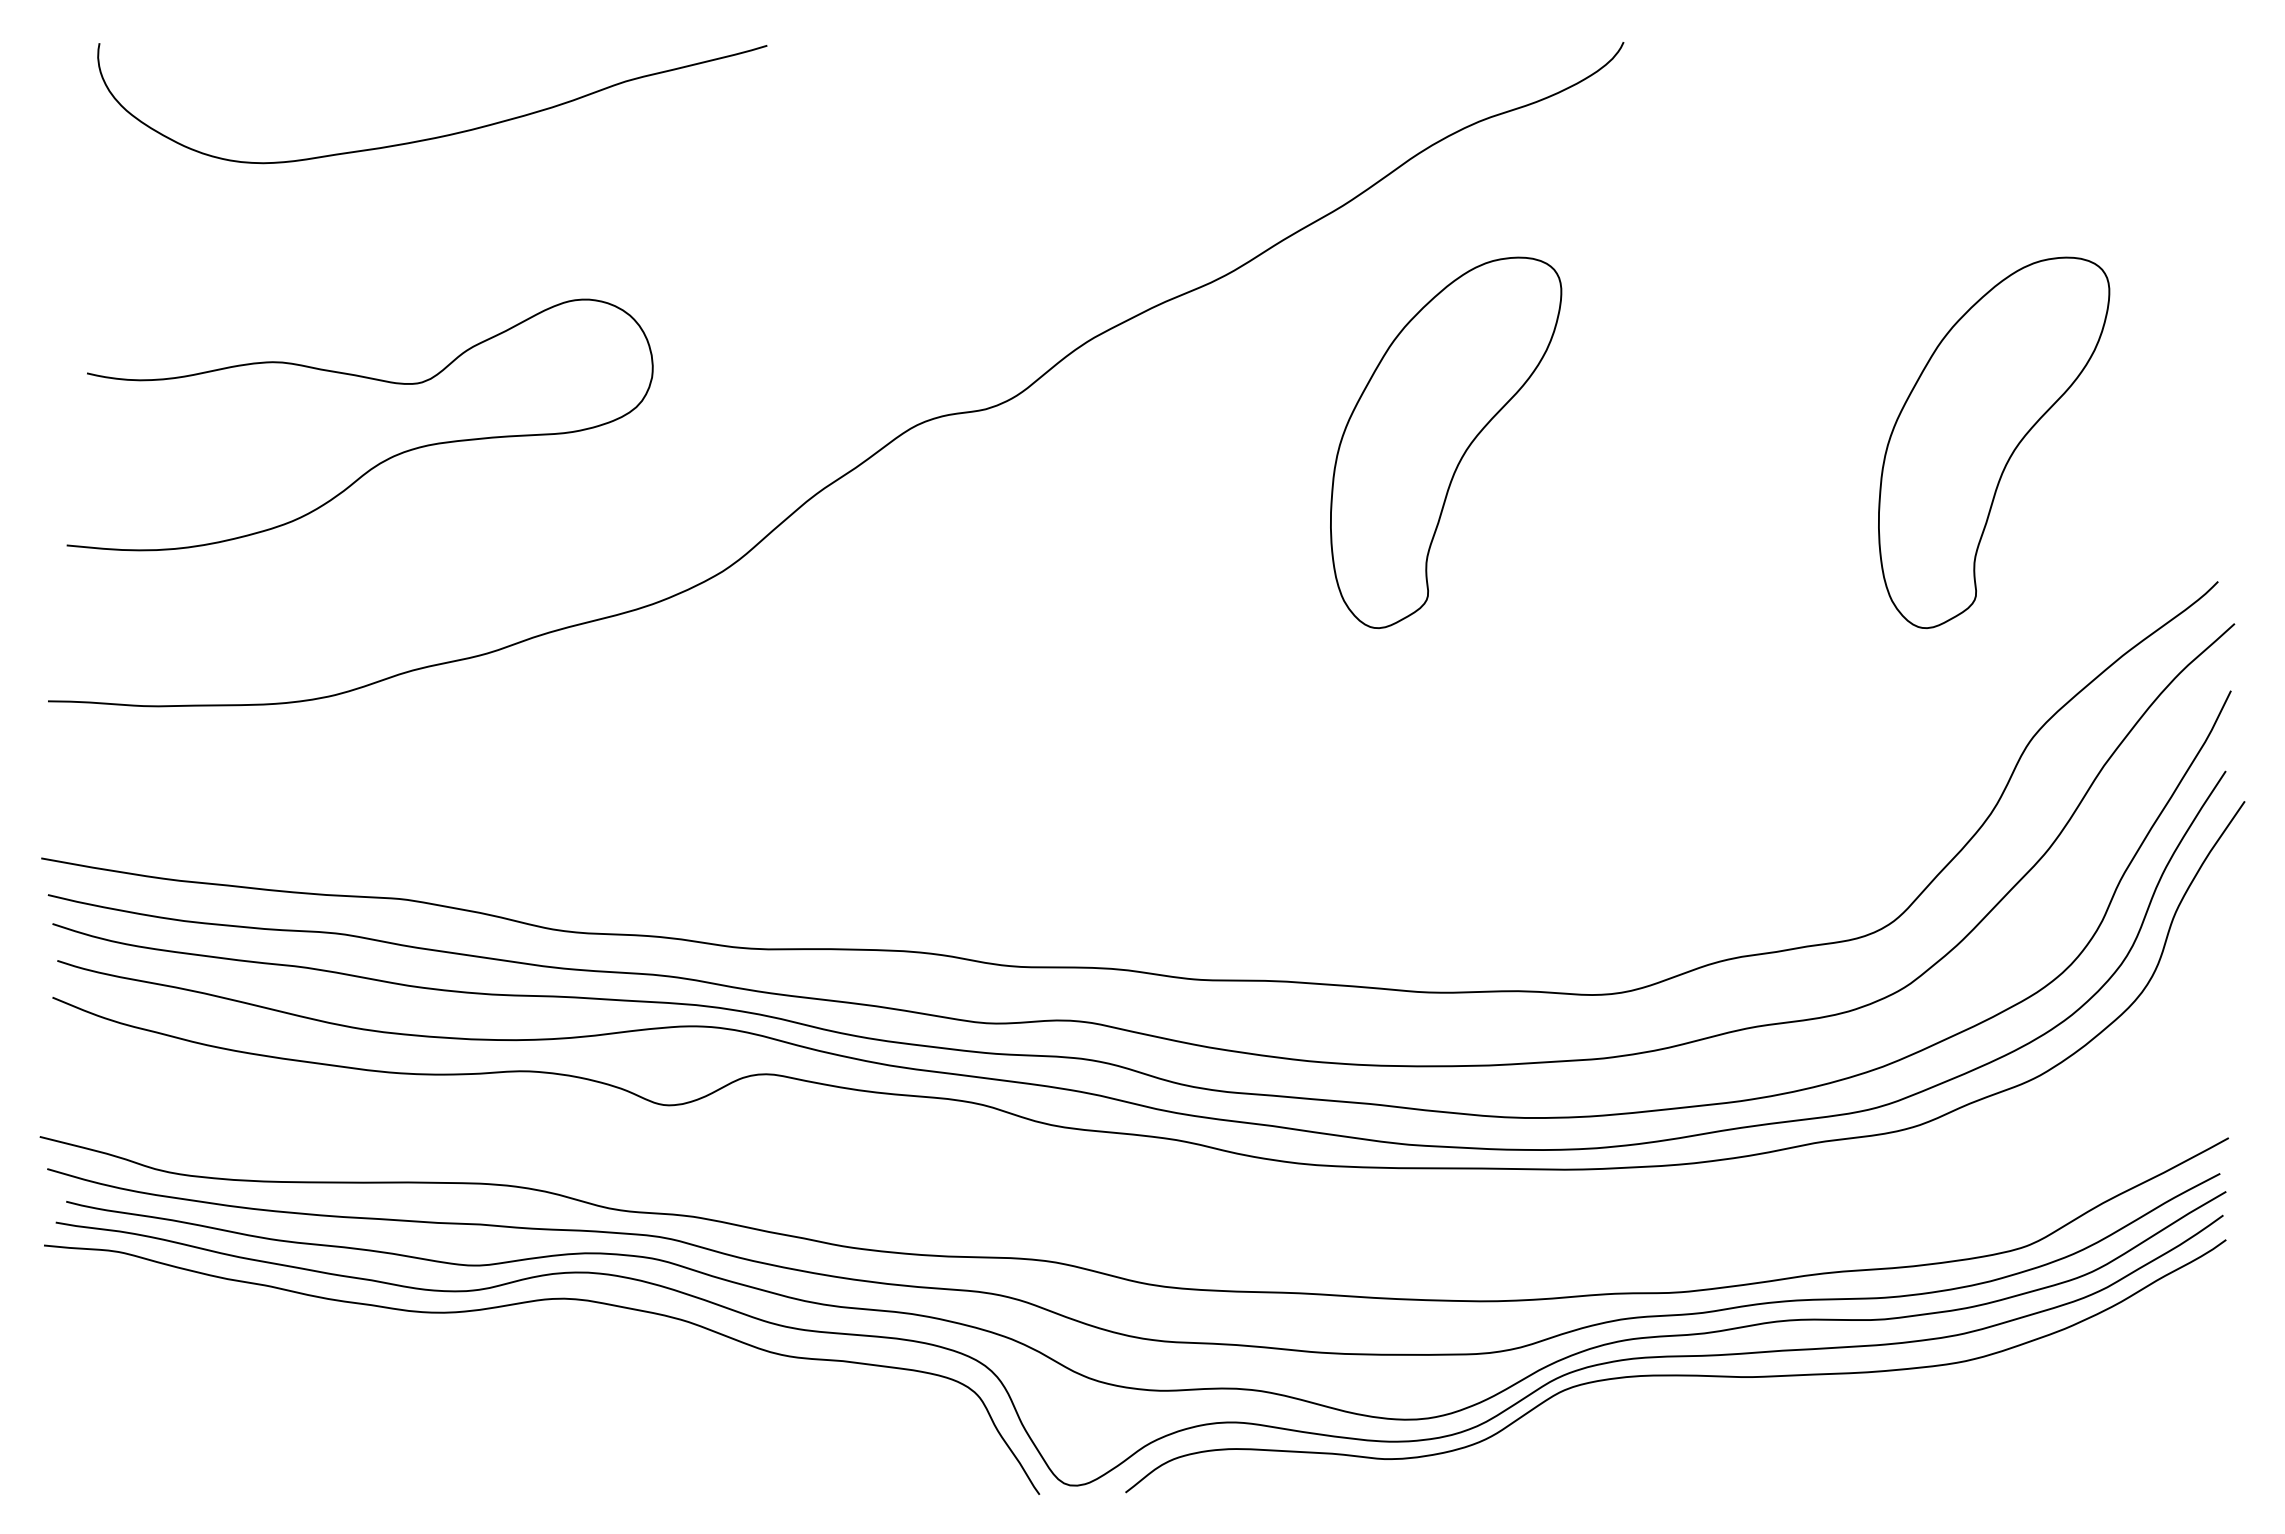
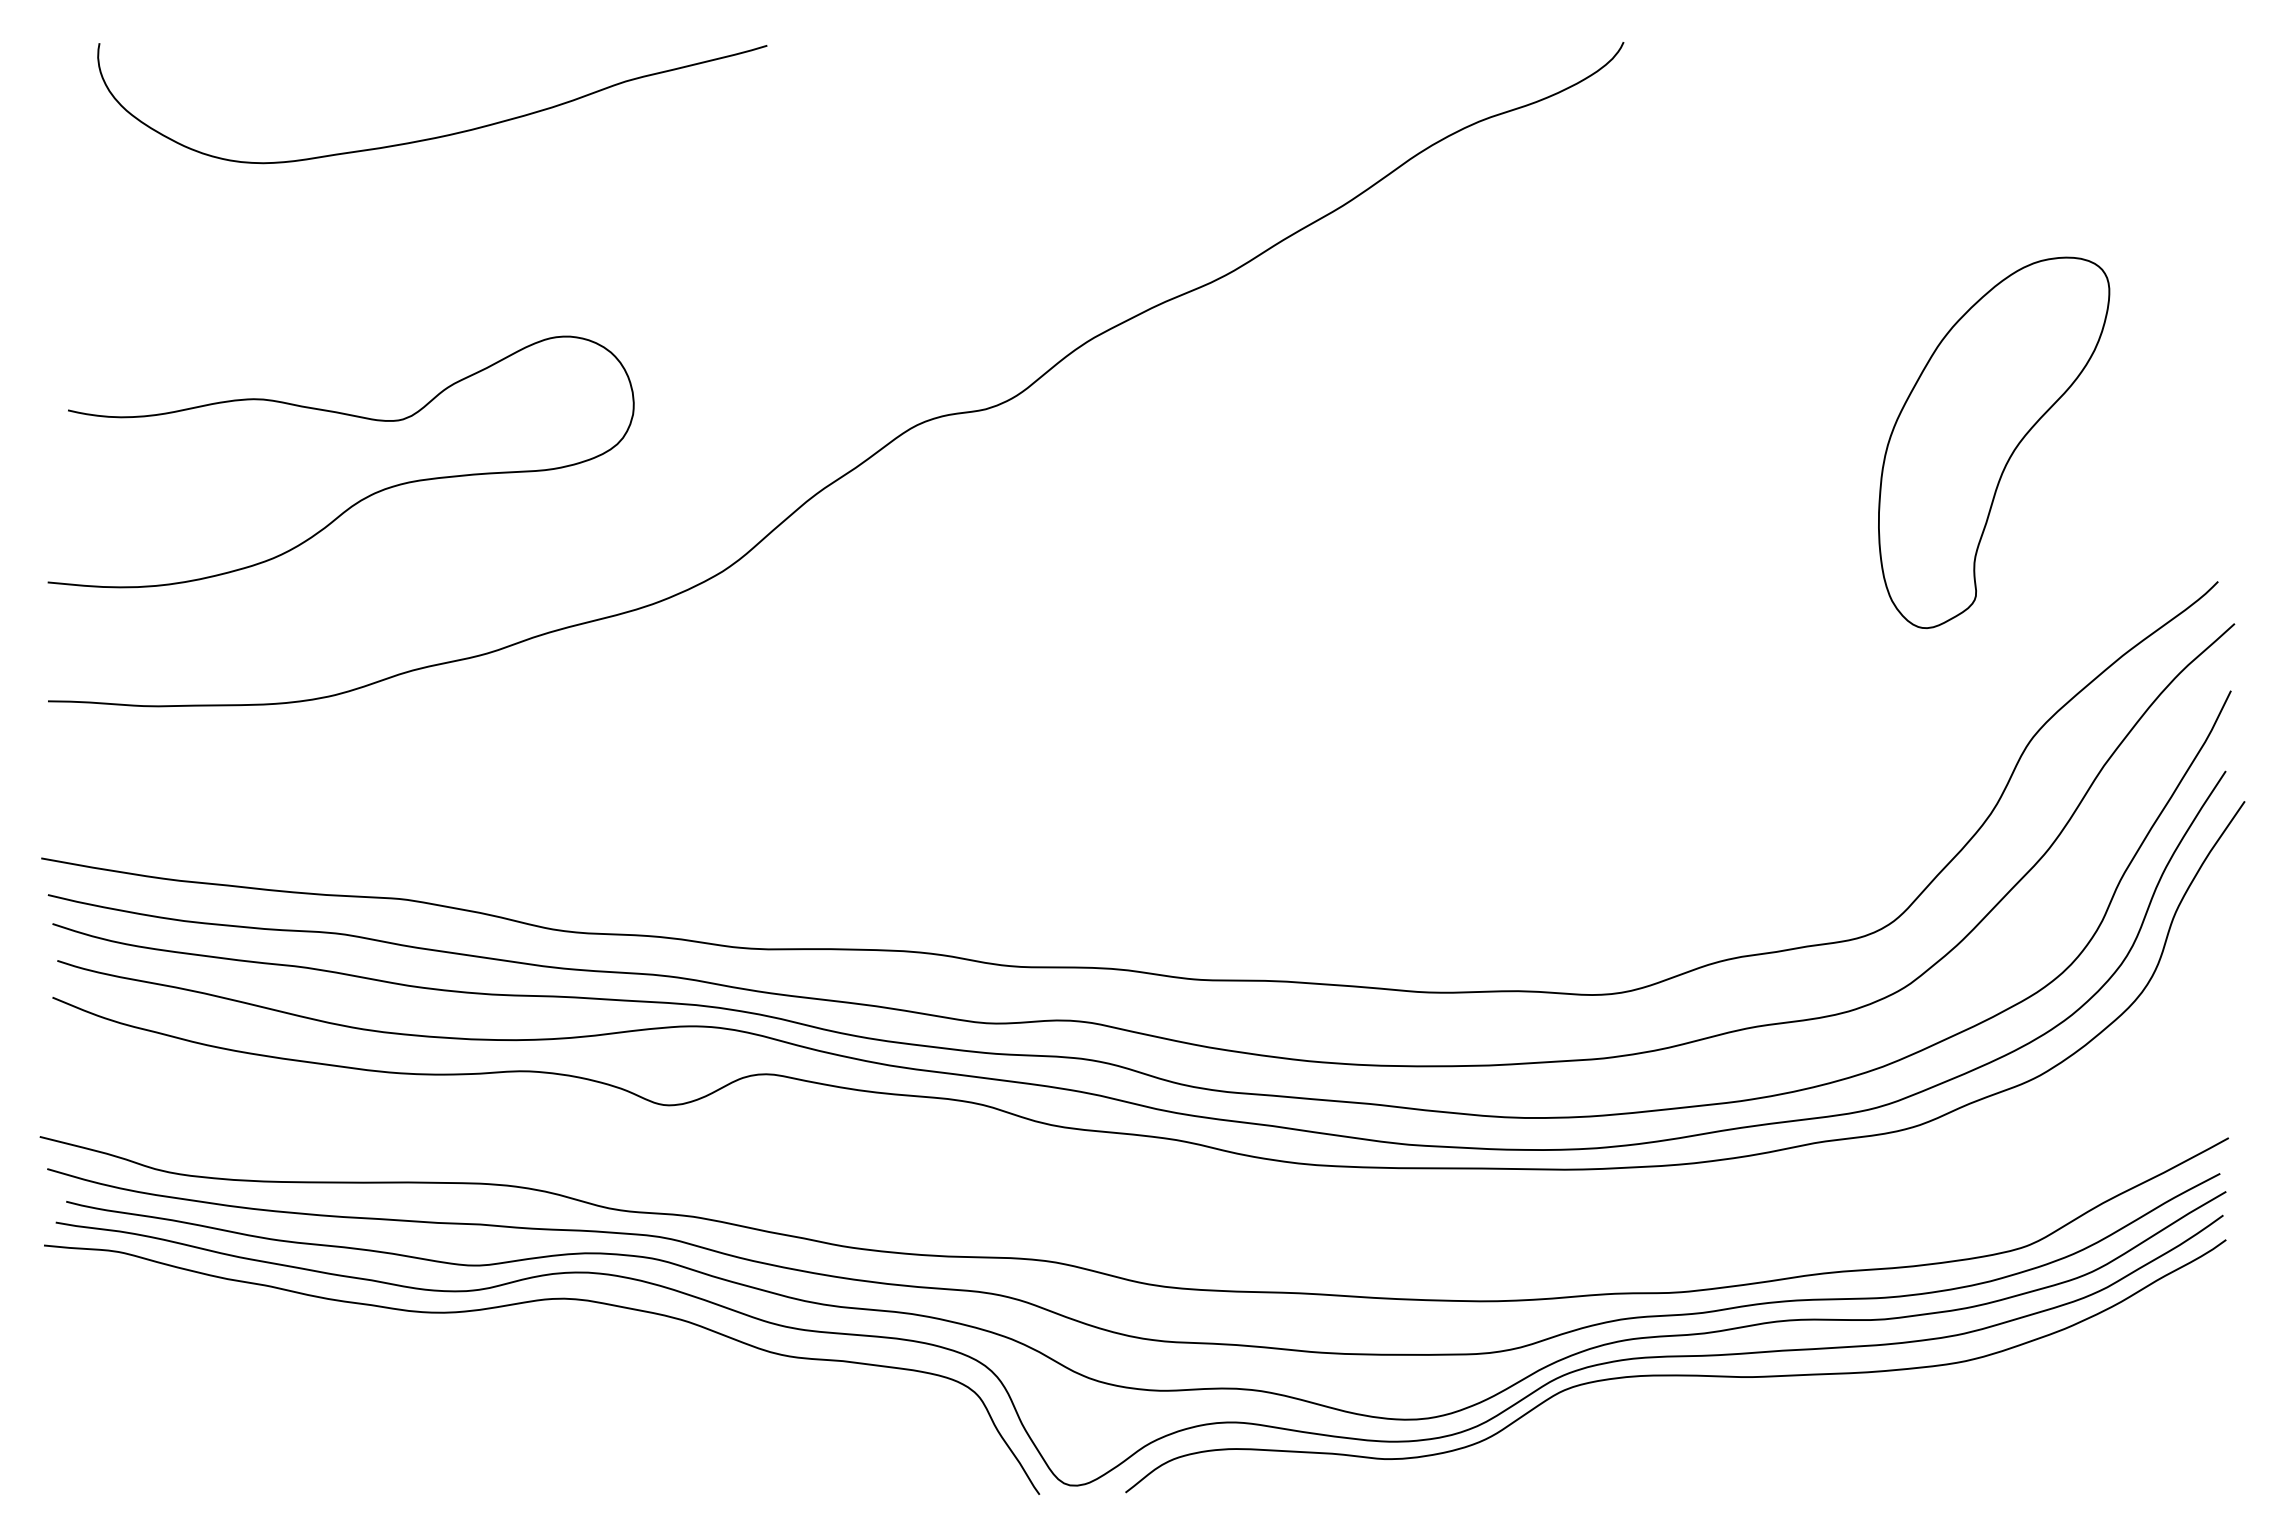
part at (1446, 442): present -> none
curve at (379, 462) position: (379, 462) -> (360, 499)
